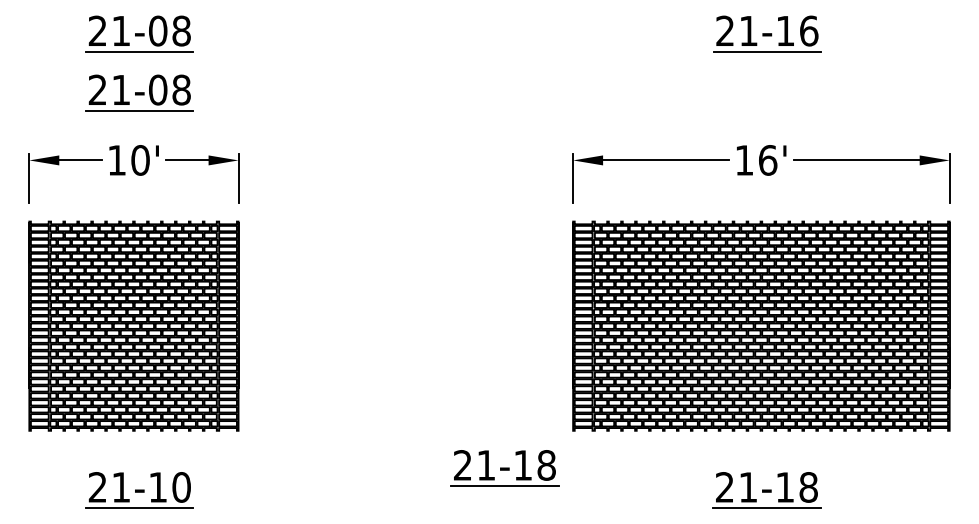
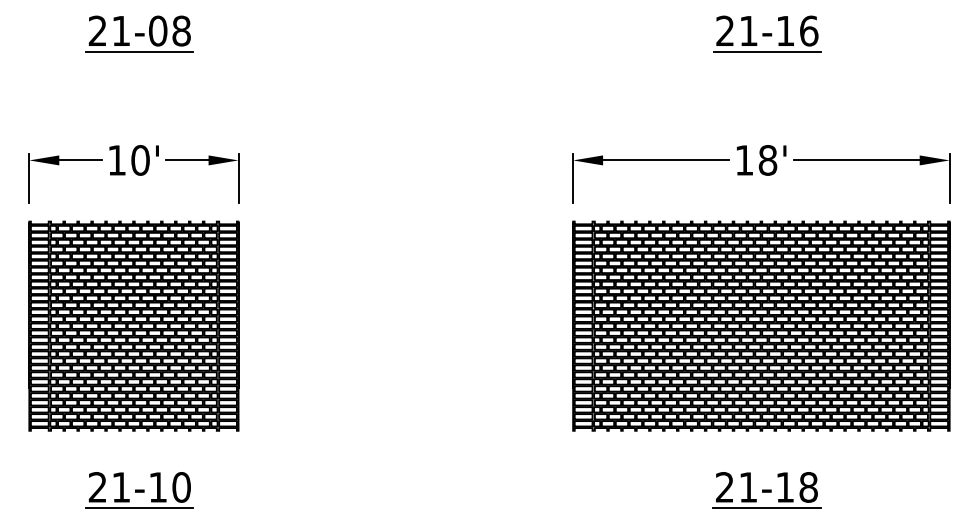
part at (139, 92): present -> none
text at (767, 160): 16' -> 18'
part at (504, 468): present -> none
